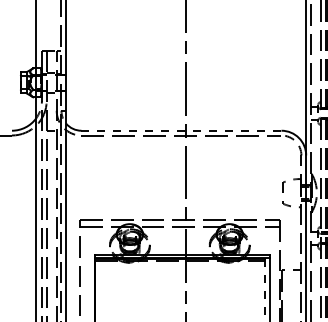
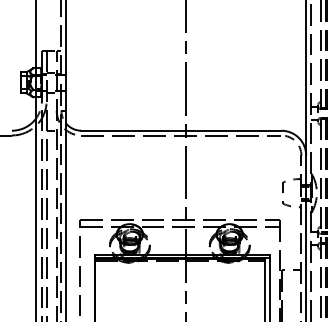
line at (181, 130): dashed -> solid
line at (264, 290): dashed -> solid
